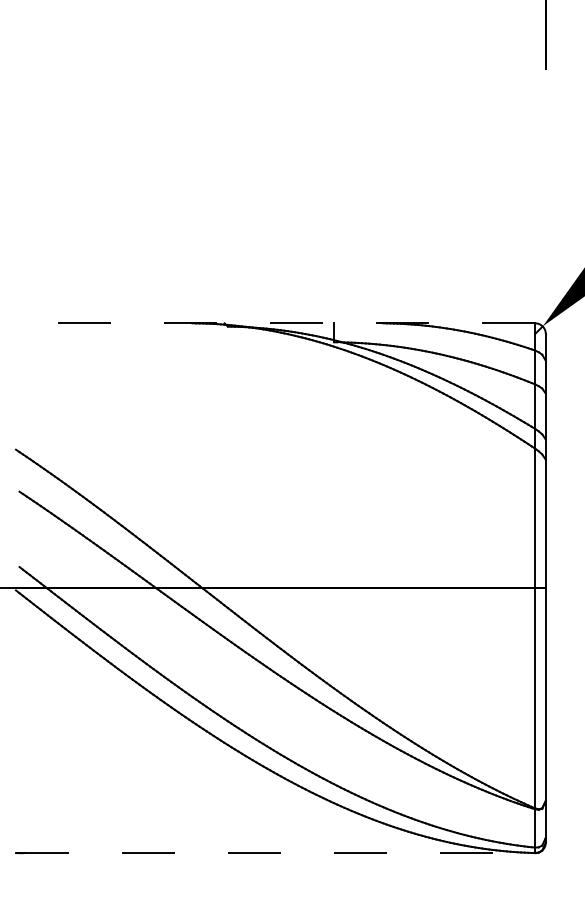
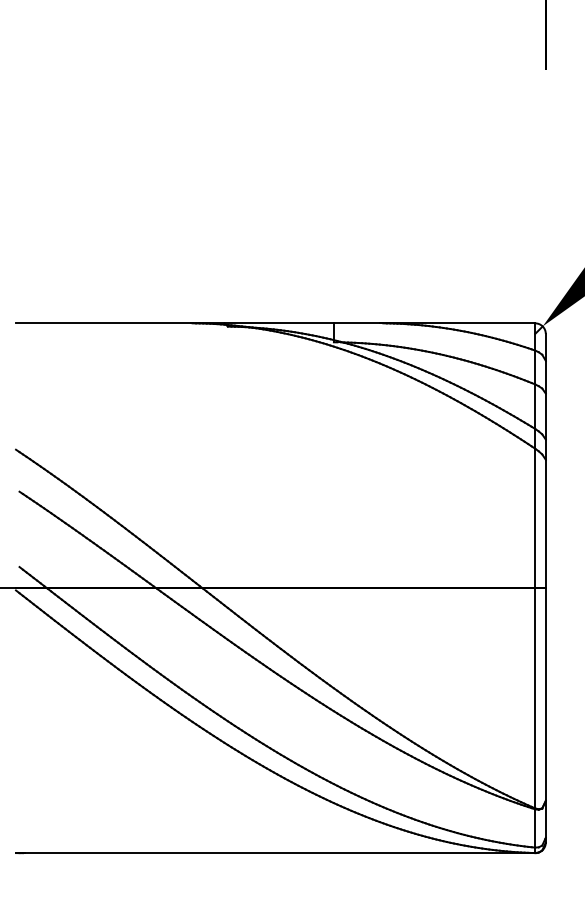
line at (275, 323): dashed -> solid
line at (275, 853): dashed -> solid
